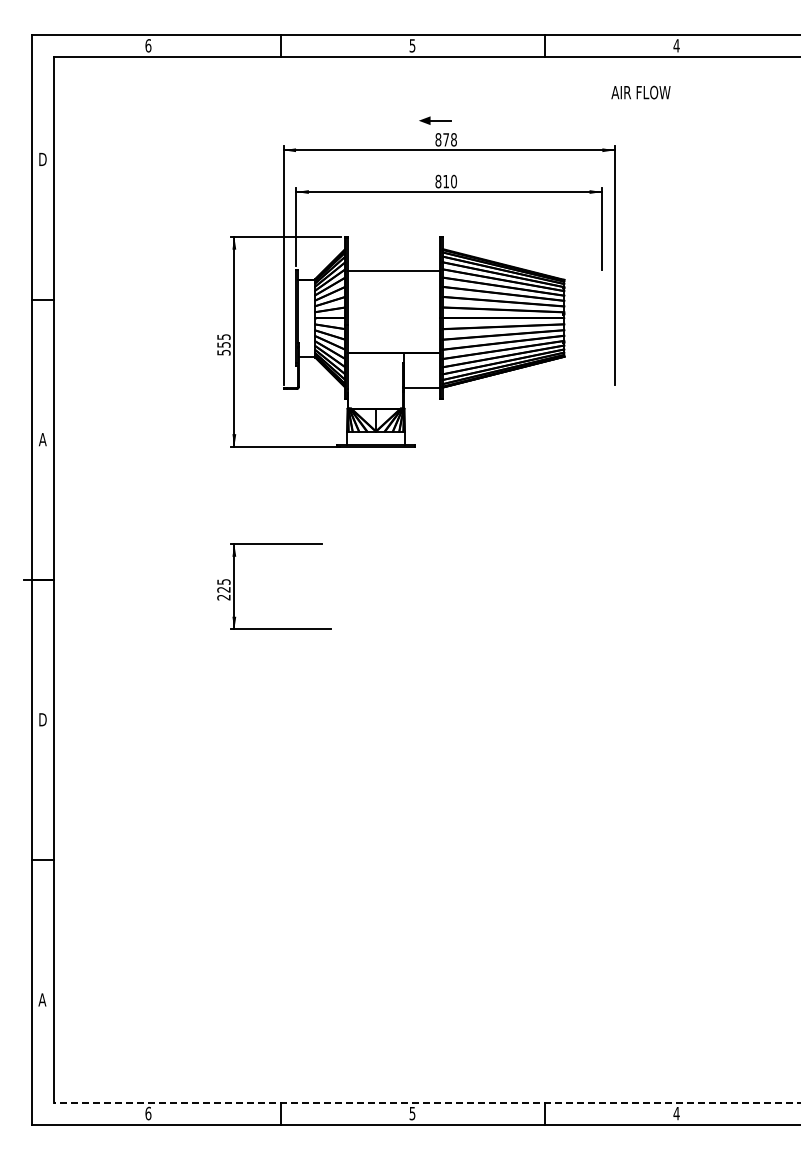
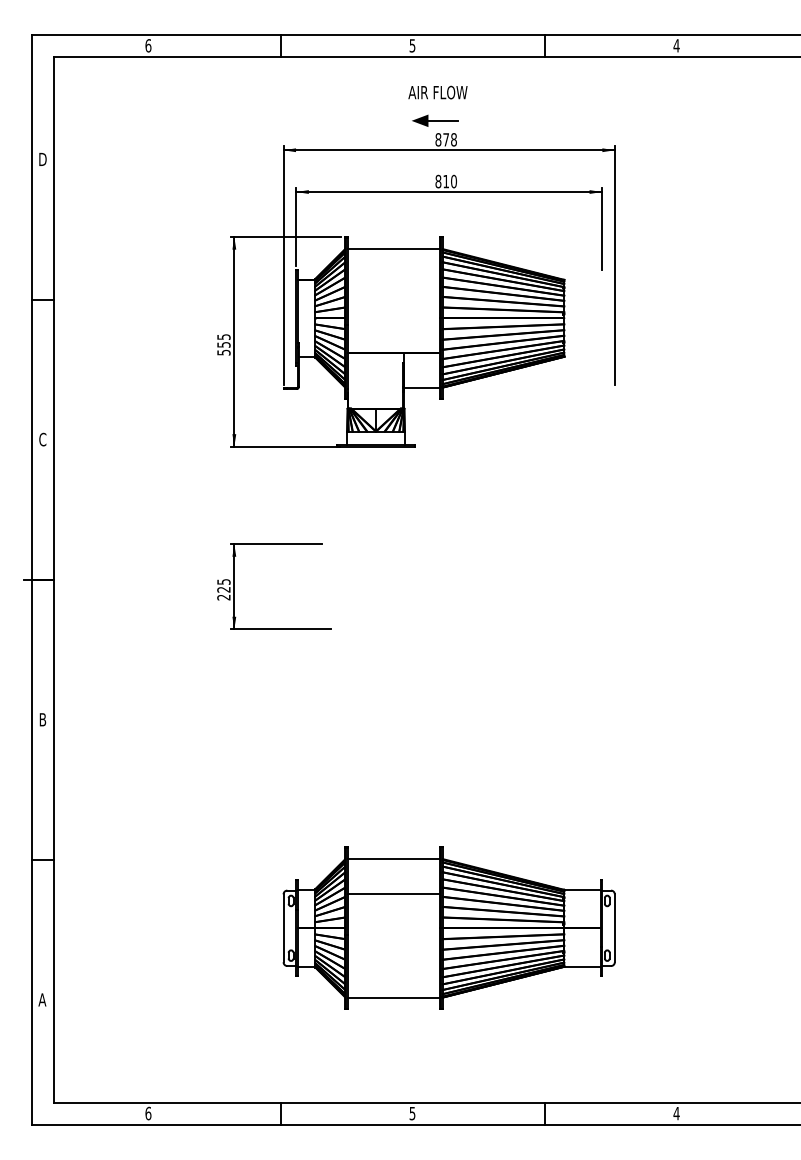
text at (640, 92) position: (640, 92) -> (437, 92)
part at (435, 120) size: 33x9 px -> 47x13 px
line at (393, 270) position: (393, 270) -> (393, 248)
text at (42, 439): A -> C
text at (42, 719): D -> B
part at (448, 927): none -> present
line at (426, 1102): dashed -> solid
